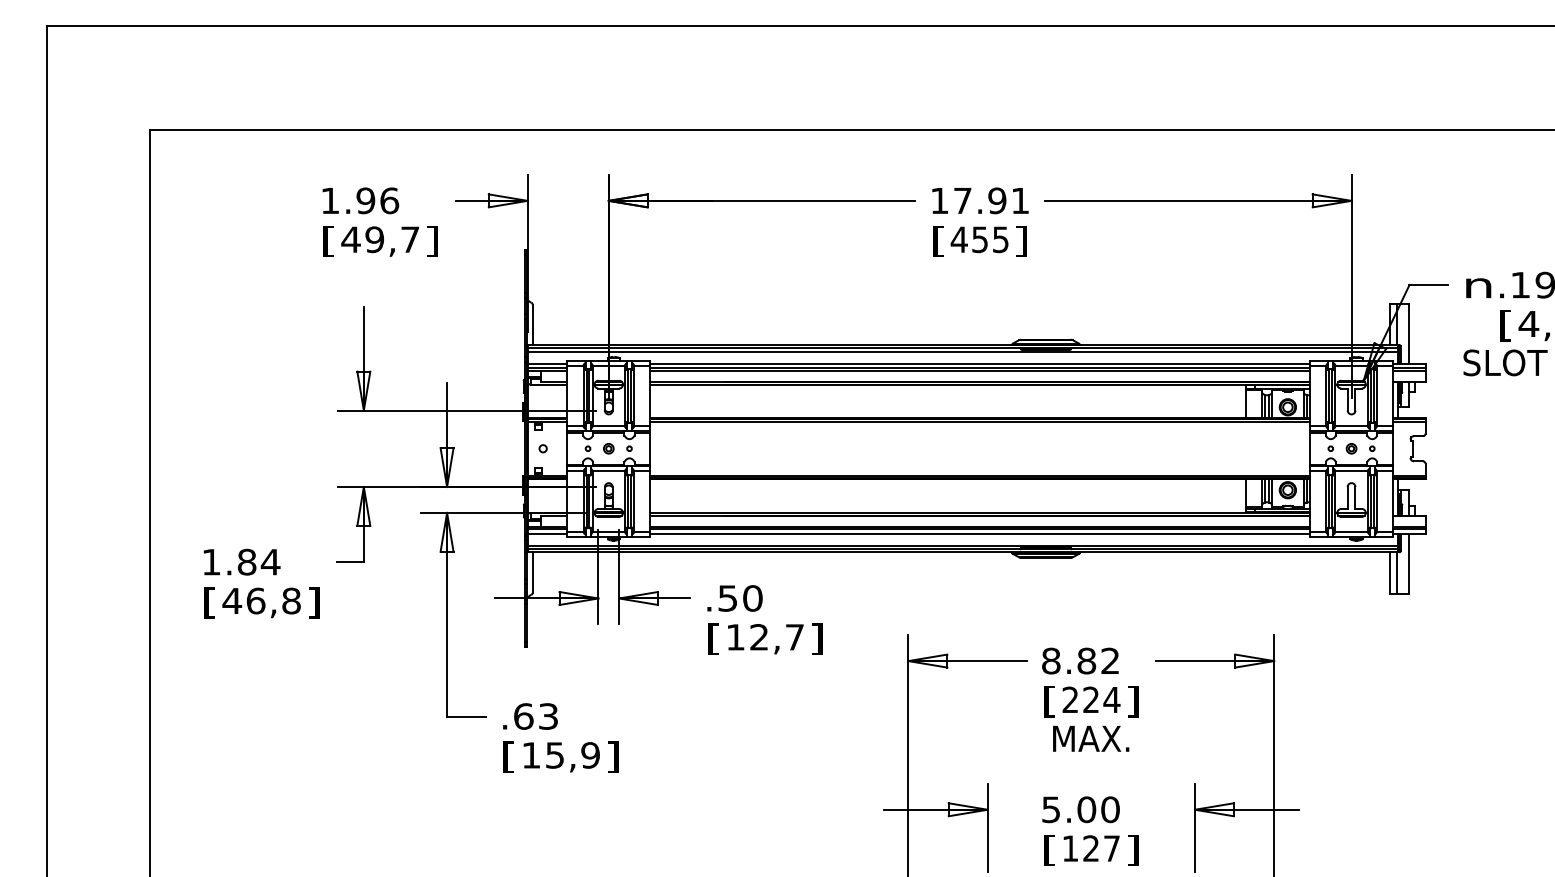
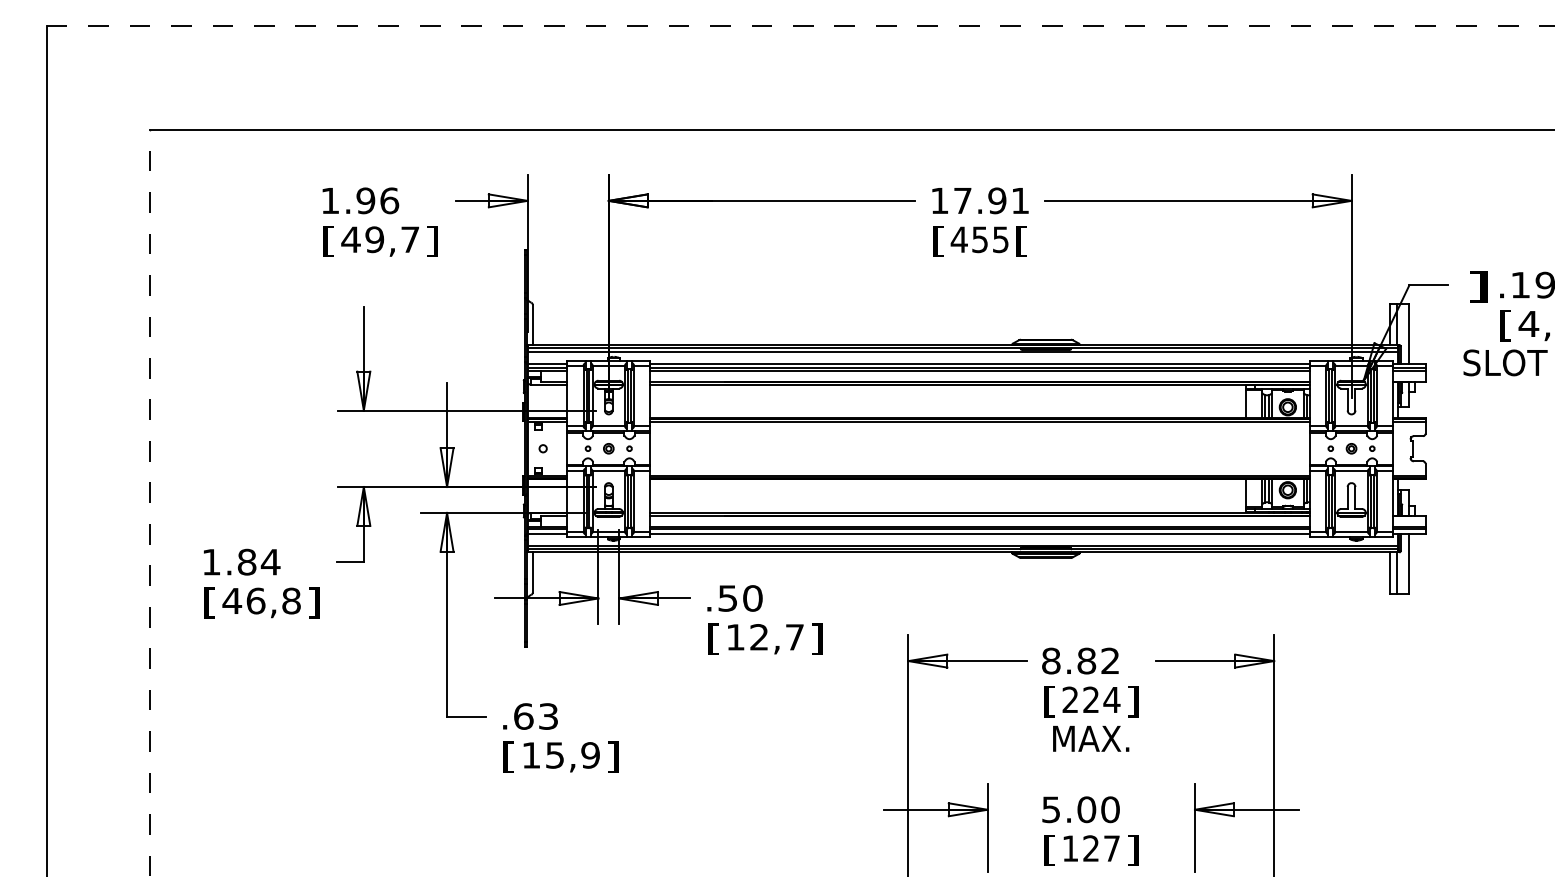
line at (800, 26): solid -> dashed
text at (1021, 241): ] -> [
text at (1478, 286): n -> ]
line at (150, 502): solid -> dashed
